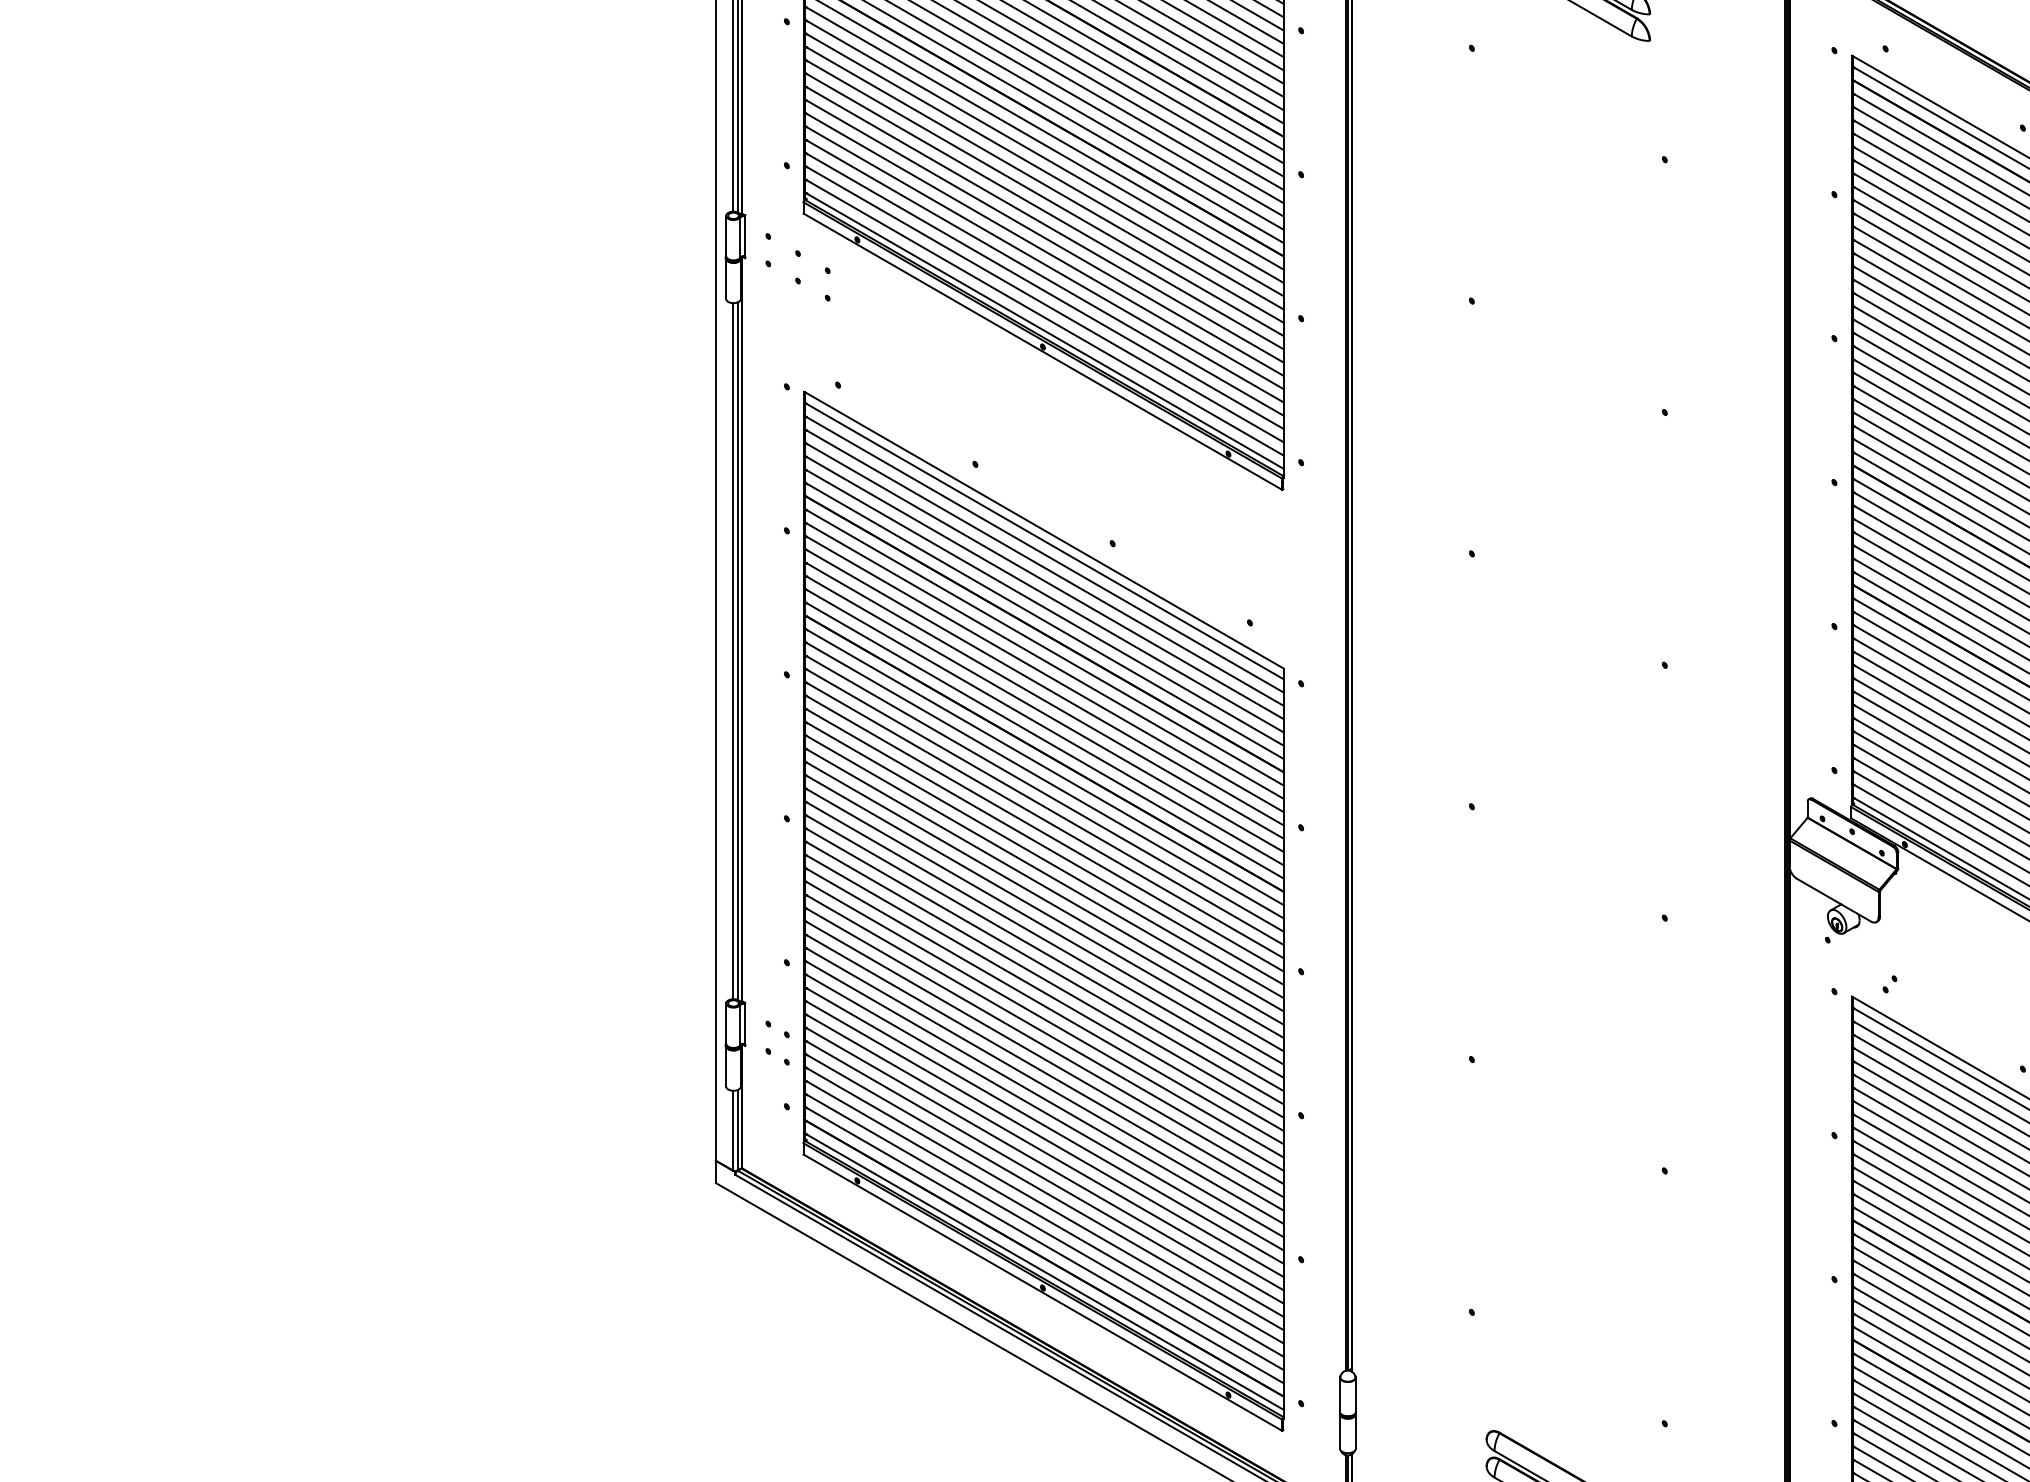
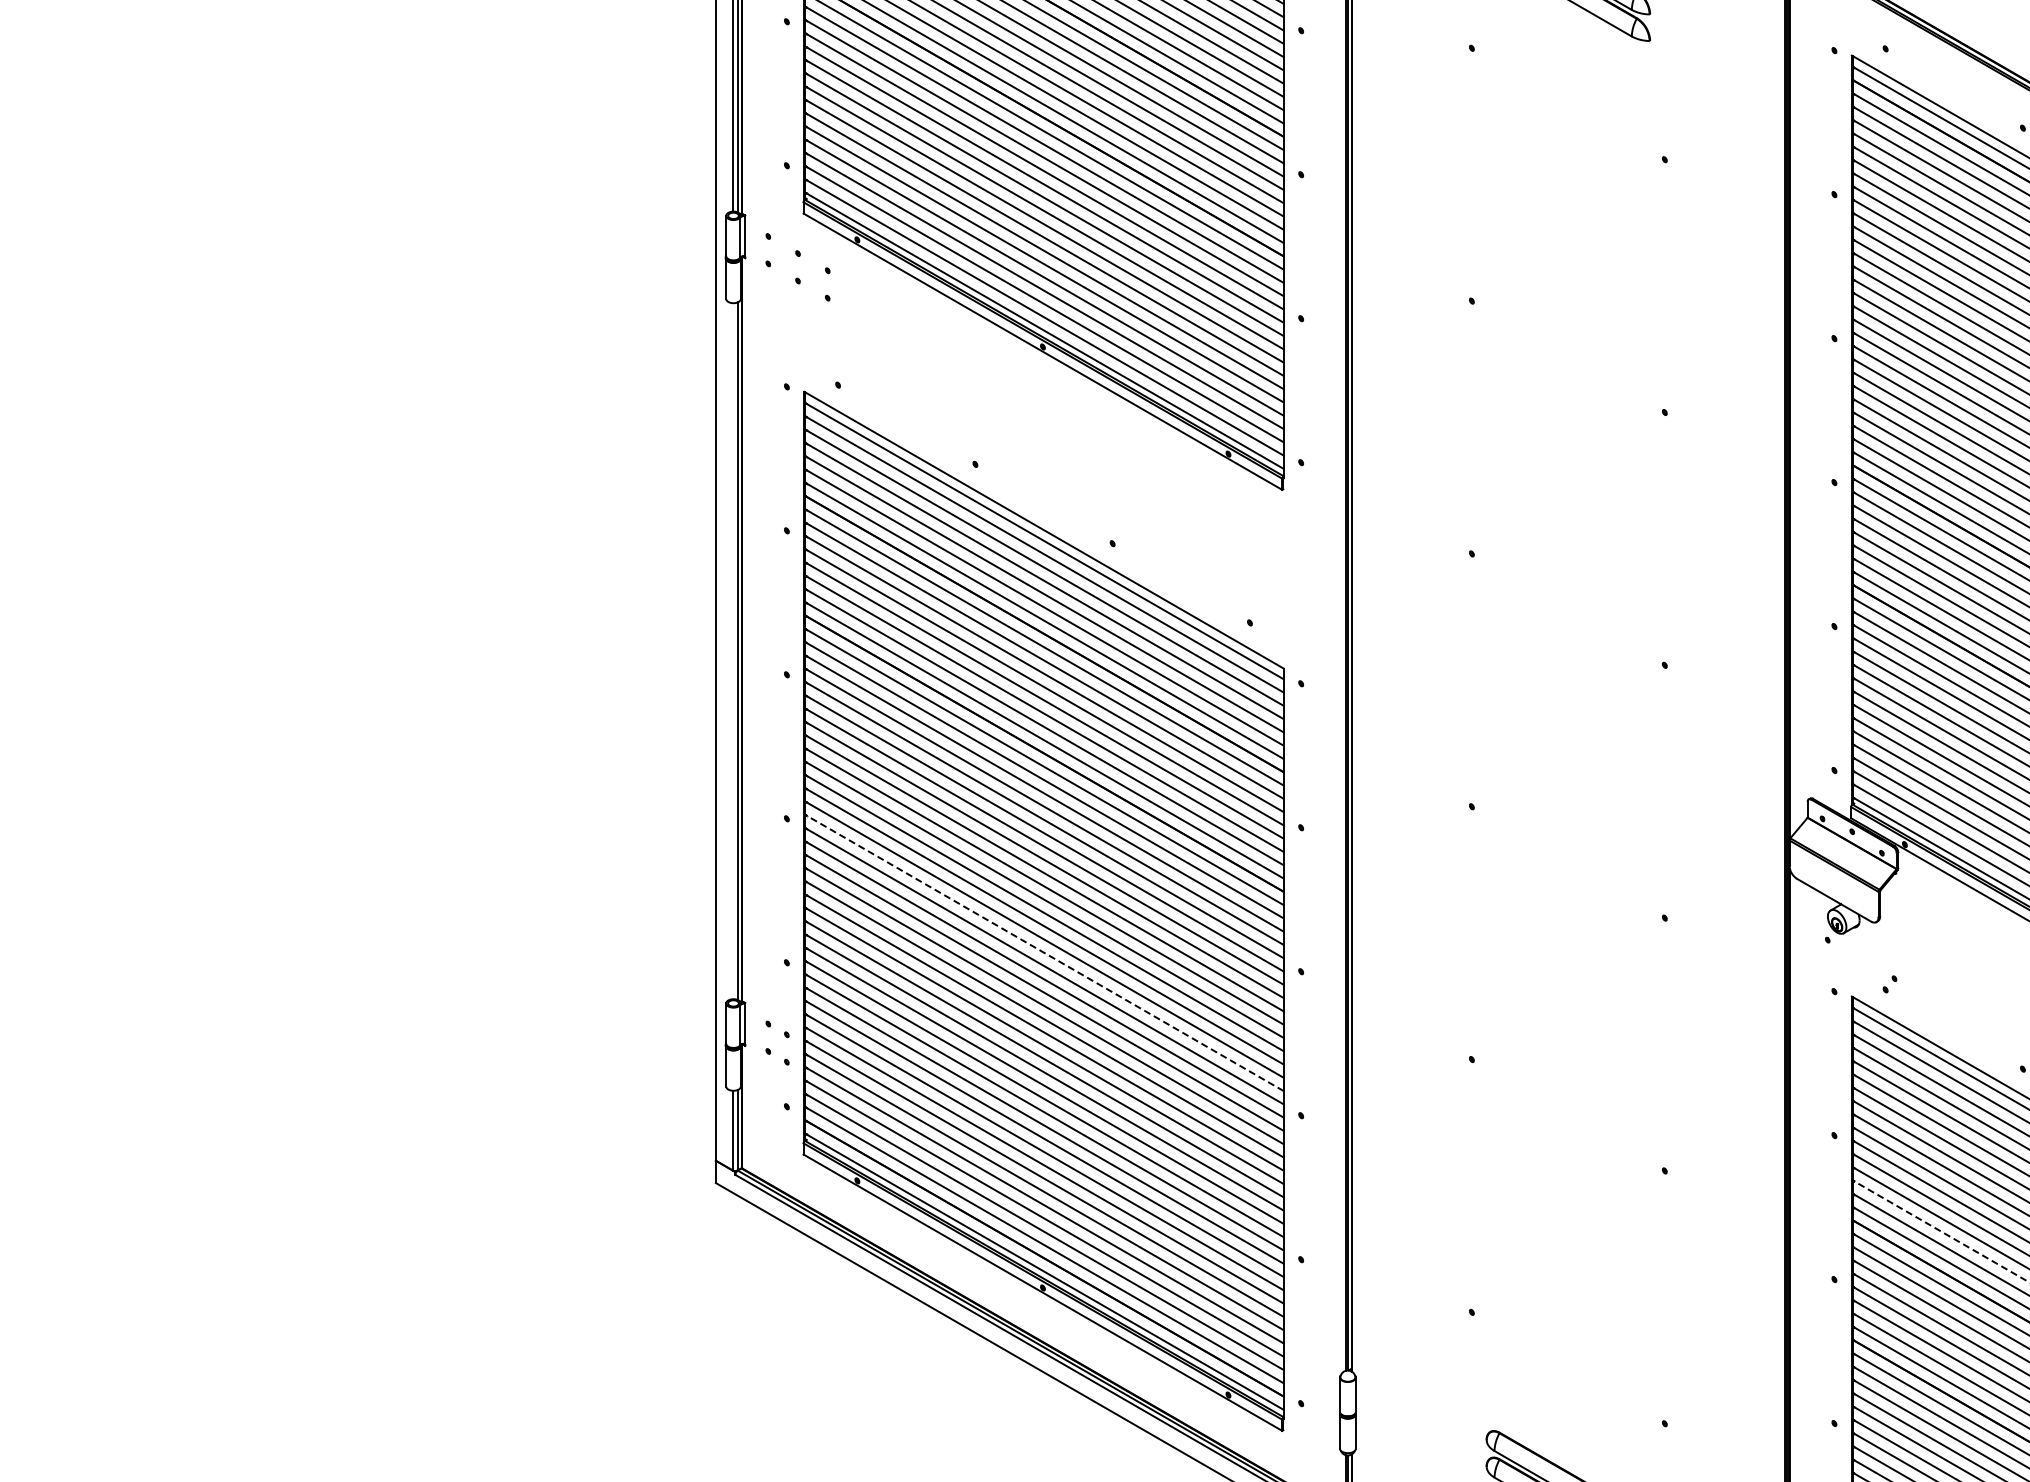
line at (732, 651): present -> none
line at (1044, 952): solid -> dashed
line at (1941, 1231): solid -> dashed
